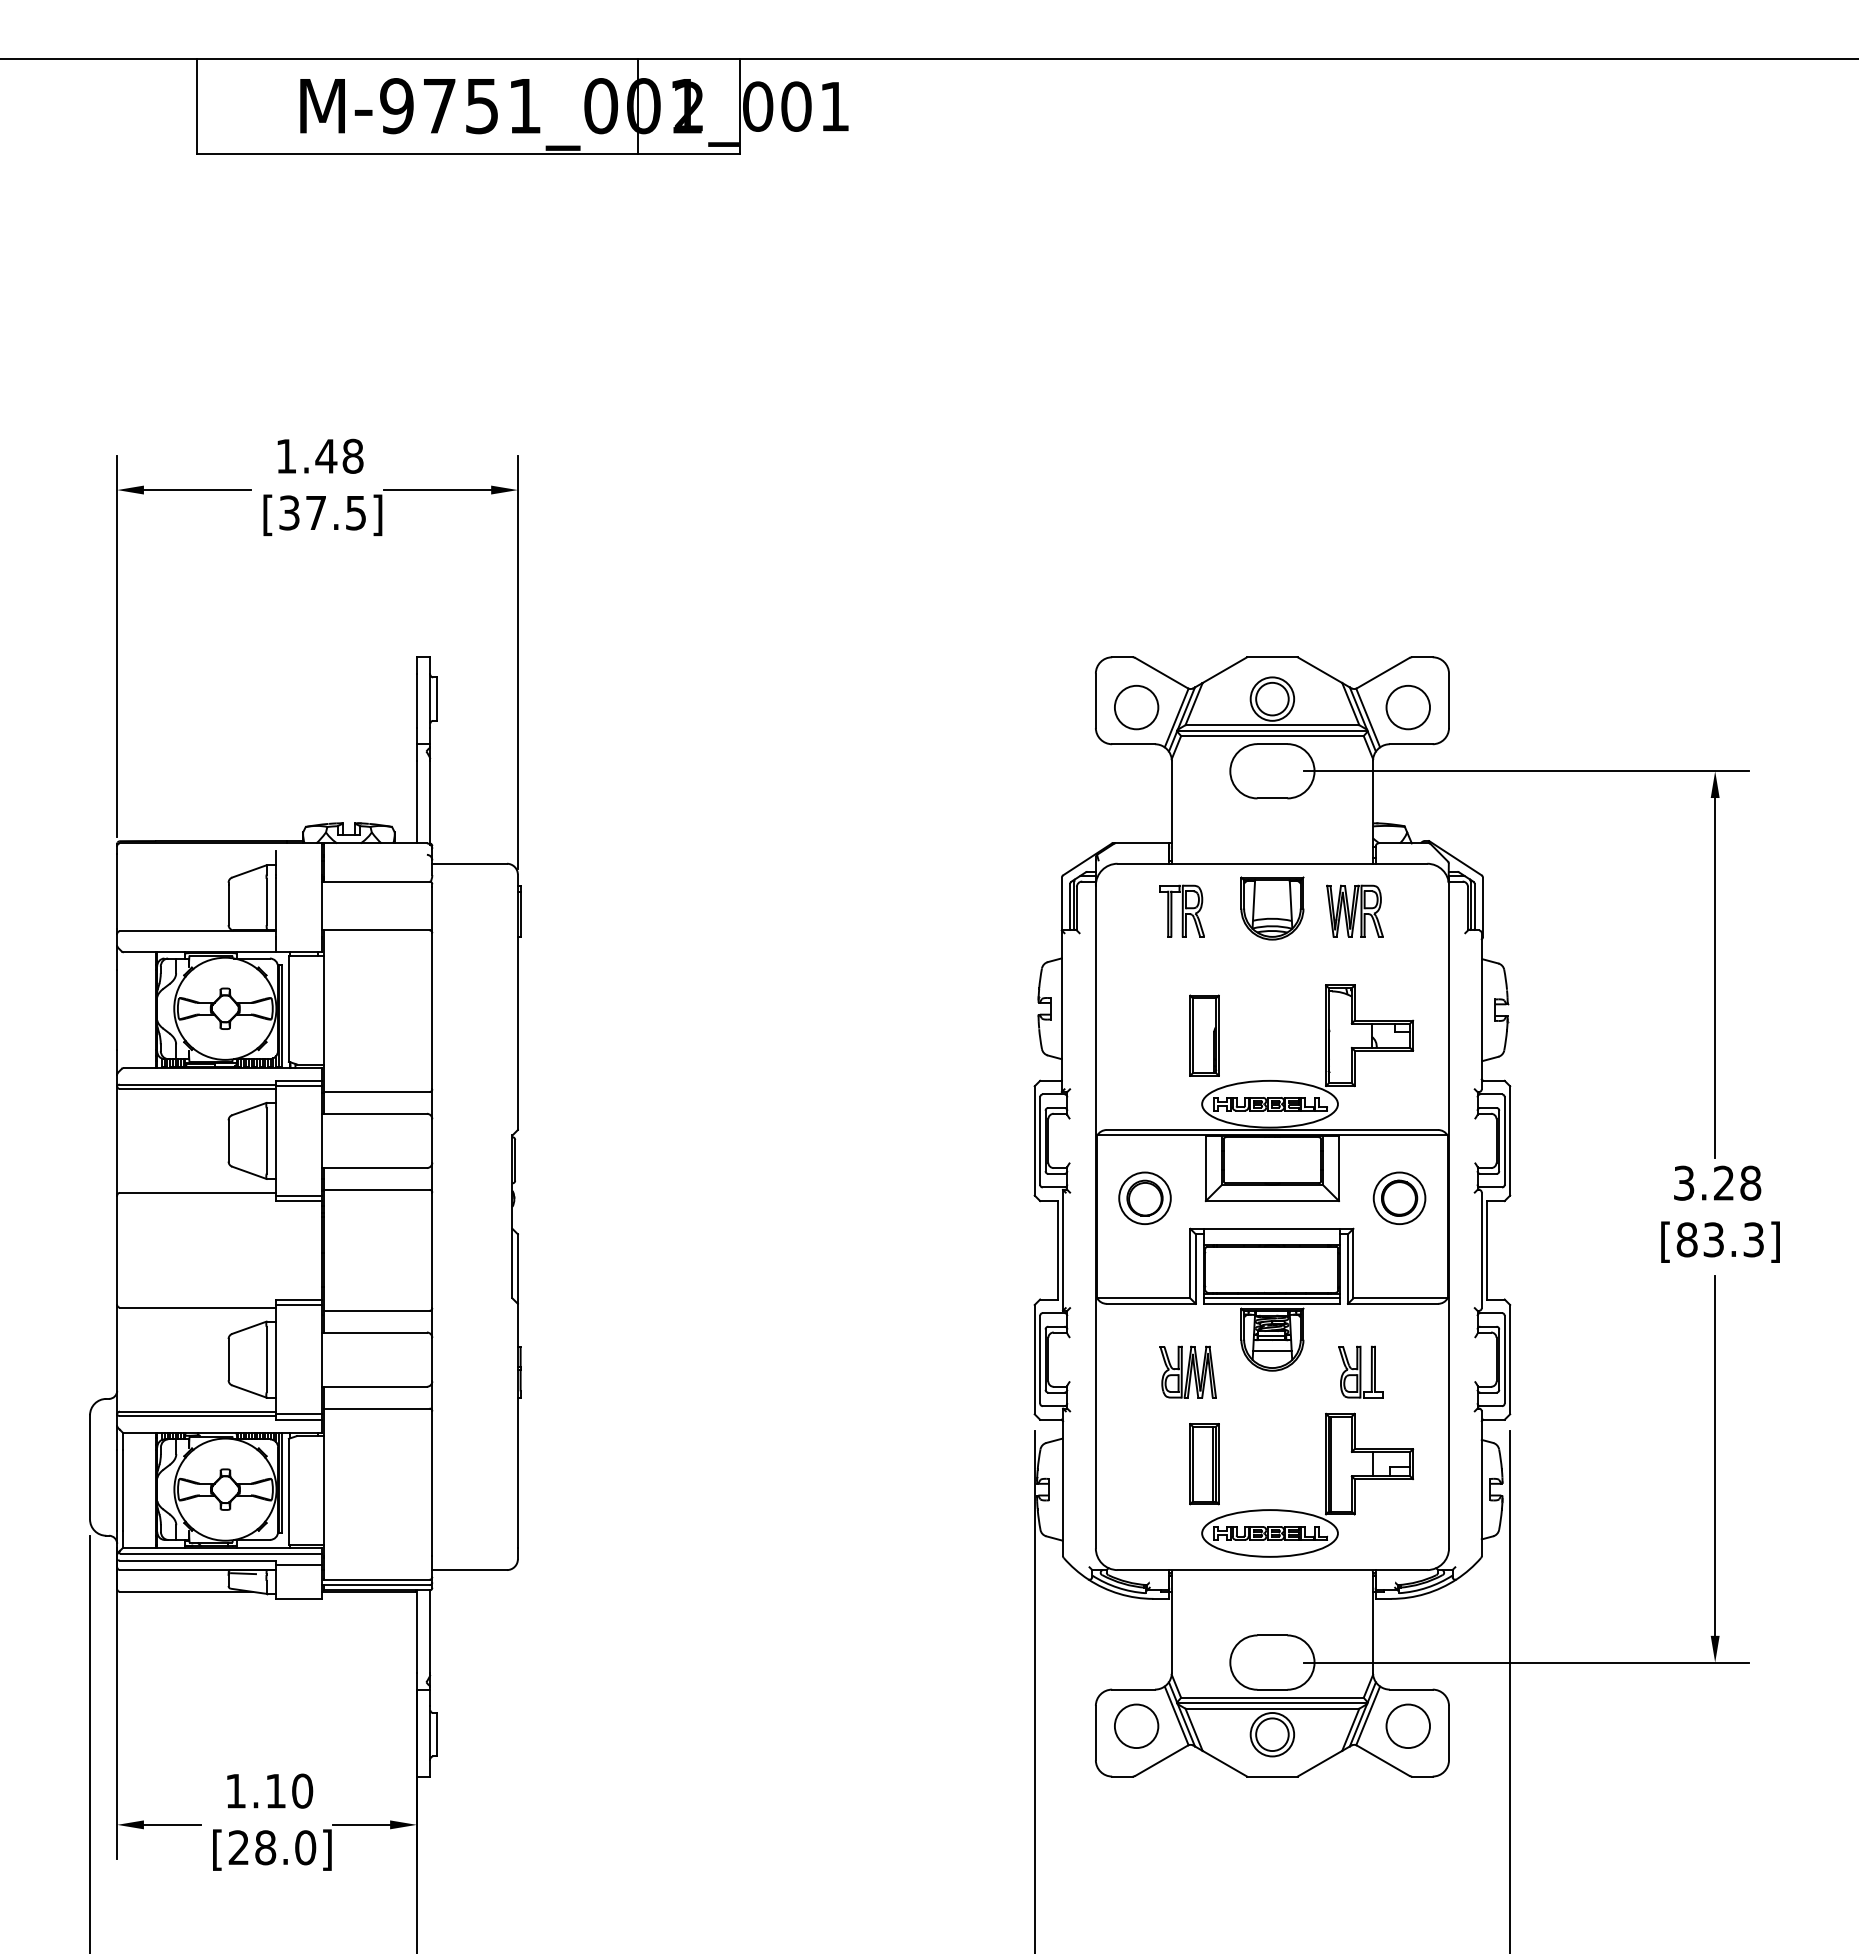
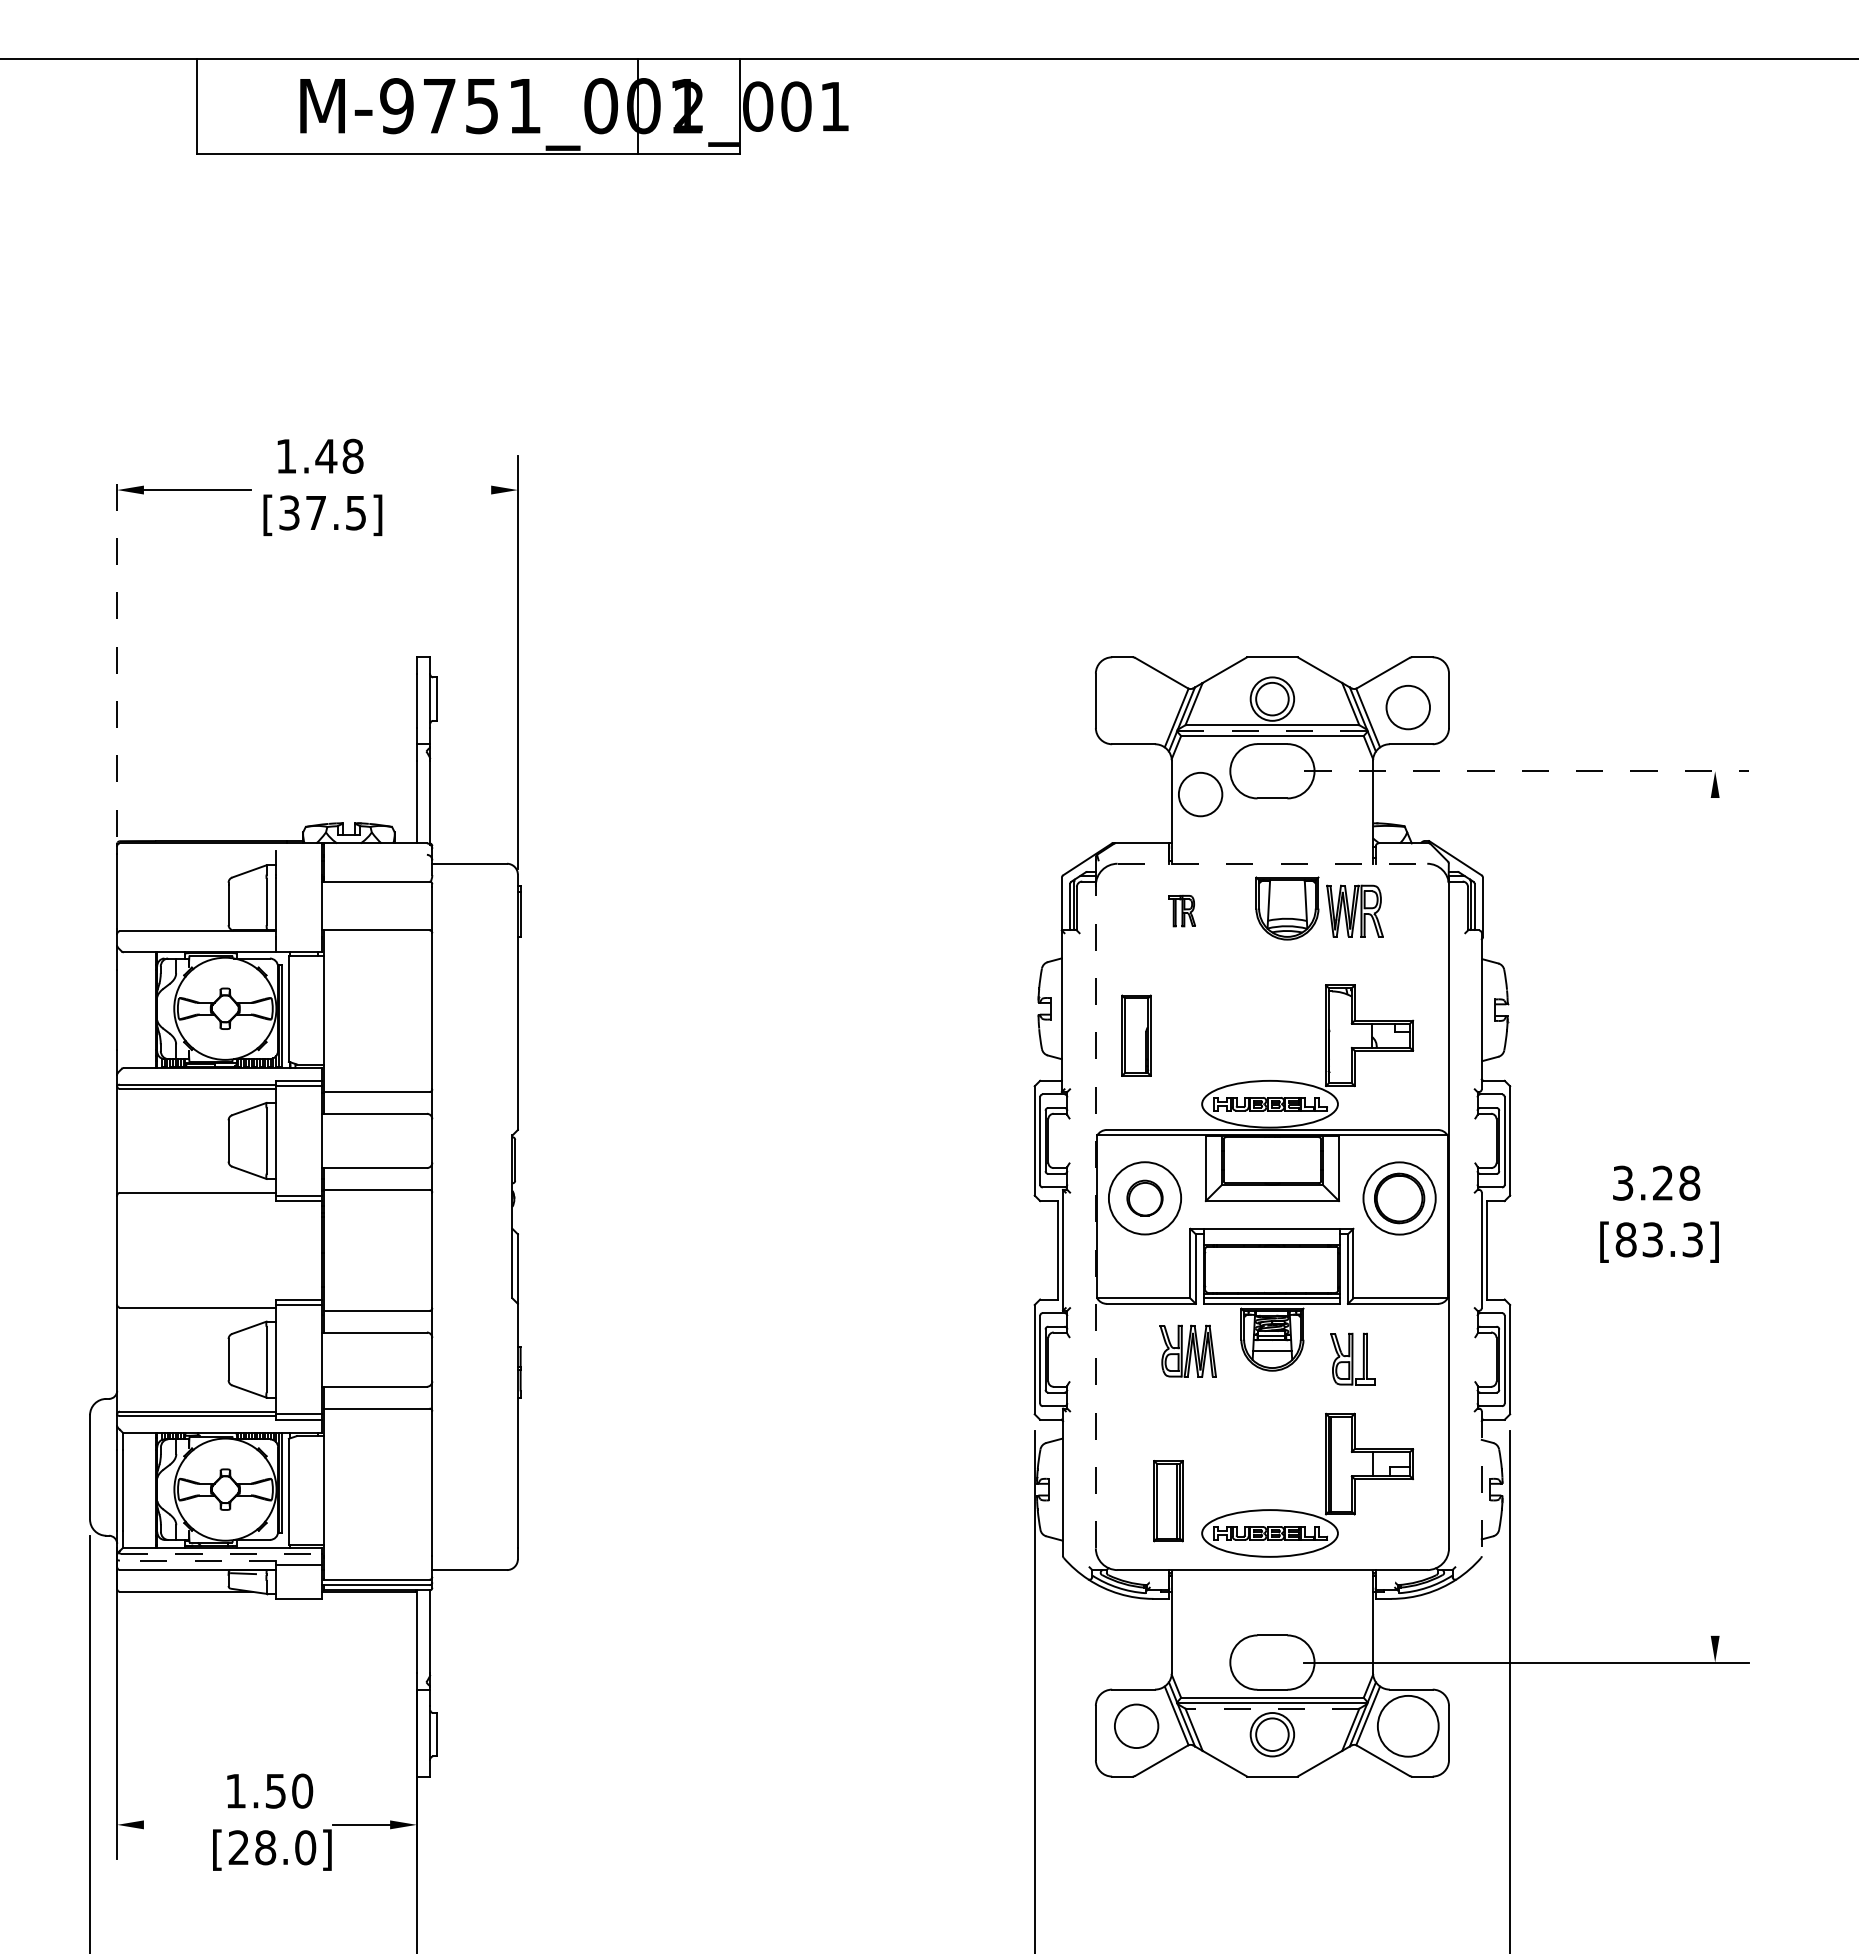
line at (437, 490): present -> none
line at (117, 645): solid -> dashed
circle at (1136, 707) position: (1136, 707) -> (1200, 794)
line at (1272, 730): solid -> dashed
line at (1527, 771): solid -> dashed
line at (1272, 863): solid -> dashed
part at (1272, 908) position: (1272, 908) -> (1287, 908)
part at (1181, 910) size: 46x54 px -> 28x34 px
line at (1715, 977): present -> none
part at (1204, 1035) position: (1204, 1035) -> (1136, 1035)
part at (1399, 1197) size: 55x54 px -> 75x75 px
circle at (1144, 1198) diameter: 52 px -> 72 px
text at (1720, 1213) position: (1720, 1213) -> (1659, 1213)
line at (1095, 1216): solid -> dashed
part at (1187, 1371) position: (1187, 1371) -> (1187, 1350)
part at (1360, 1371) position: (1360, 1371) -> (1352, 1358)
line at (1715, 1455): present -> none
part at (1204, 1464) position: (1204, 1464) -> (1168, 1501)
line at (1481, 1484): solid -> dashed
line at (221, 1553): solid -> dashed
line at (197, 1560): solid -> dashed
line at (1272, 1708): solid -> dashed
circle at (1408, 1726) diameter: 43 px -> 61 px
text at (275, 1791): 1.10 -> 1.50
line at (171, 1824): present -> none
